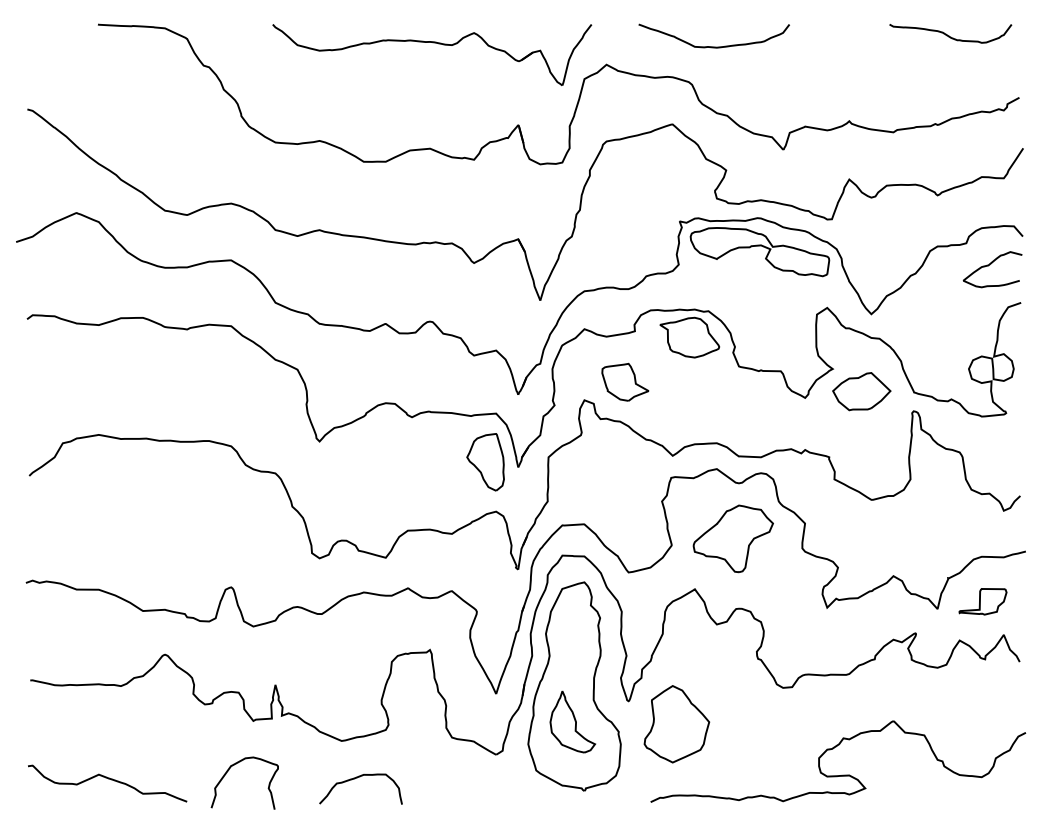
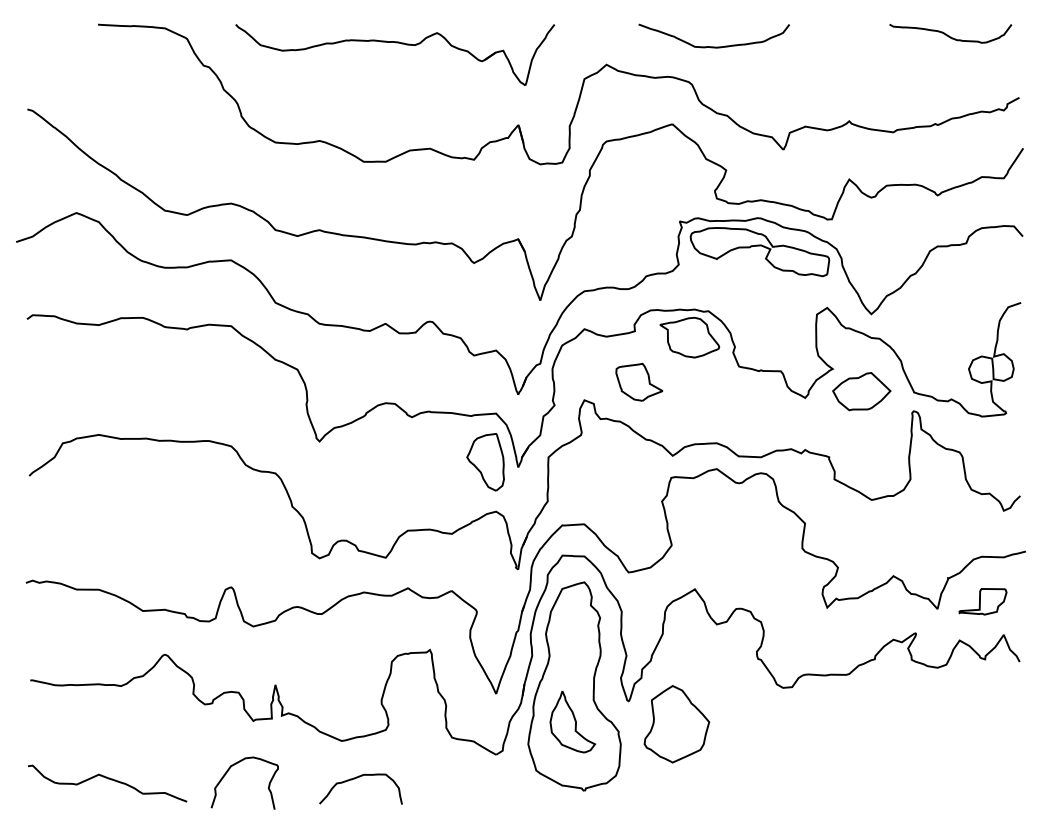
part at (433, 43) position: (433, 43) -> (396, 43)
curve at (989, 265): present -> none
part at (625, 381) position: (625, 381) -> (639, 381)
part at (732, 538): present -> none
curve at (833, 749): present -> none
